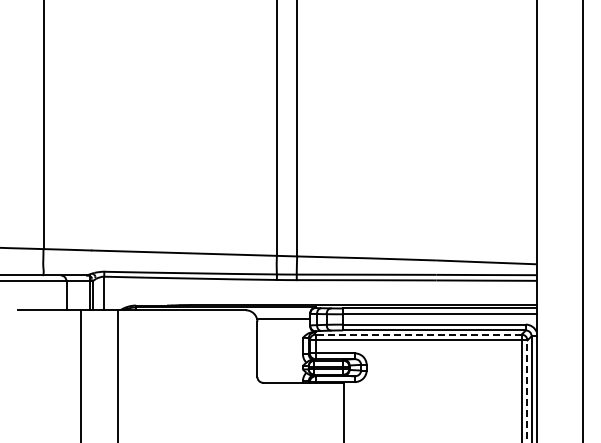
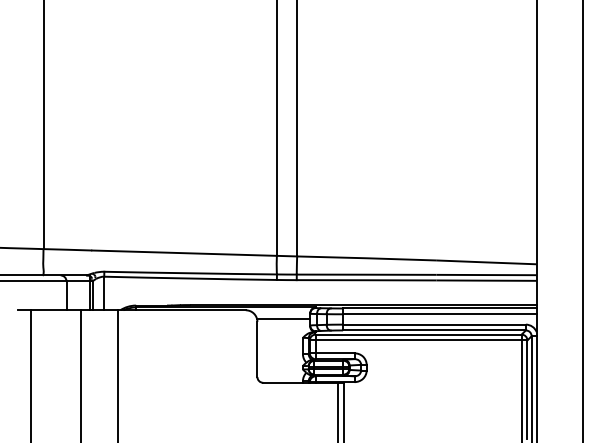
line at (418, 334): dashed -> solid
line at (30, 374): none -> present
line at (527, 388): dashed -> solid
line at (338, 410): none -> present
